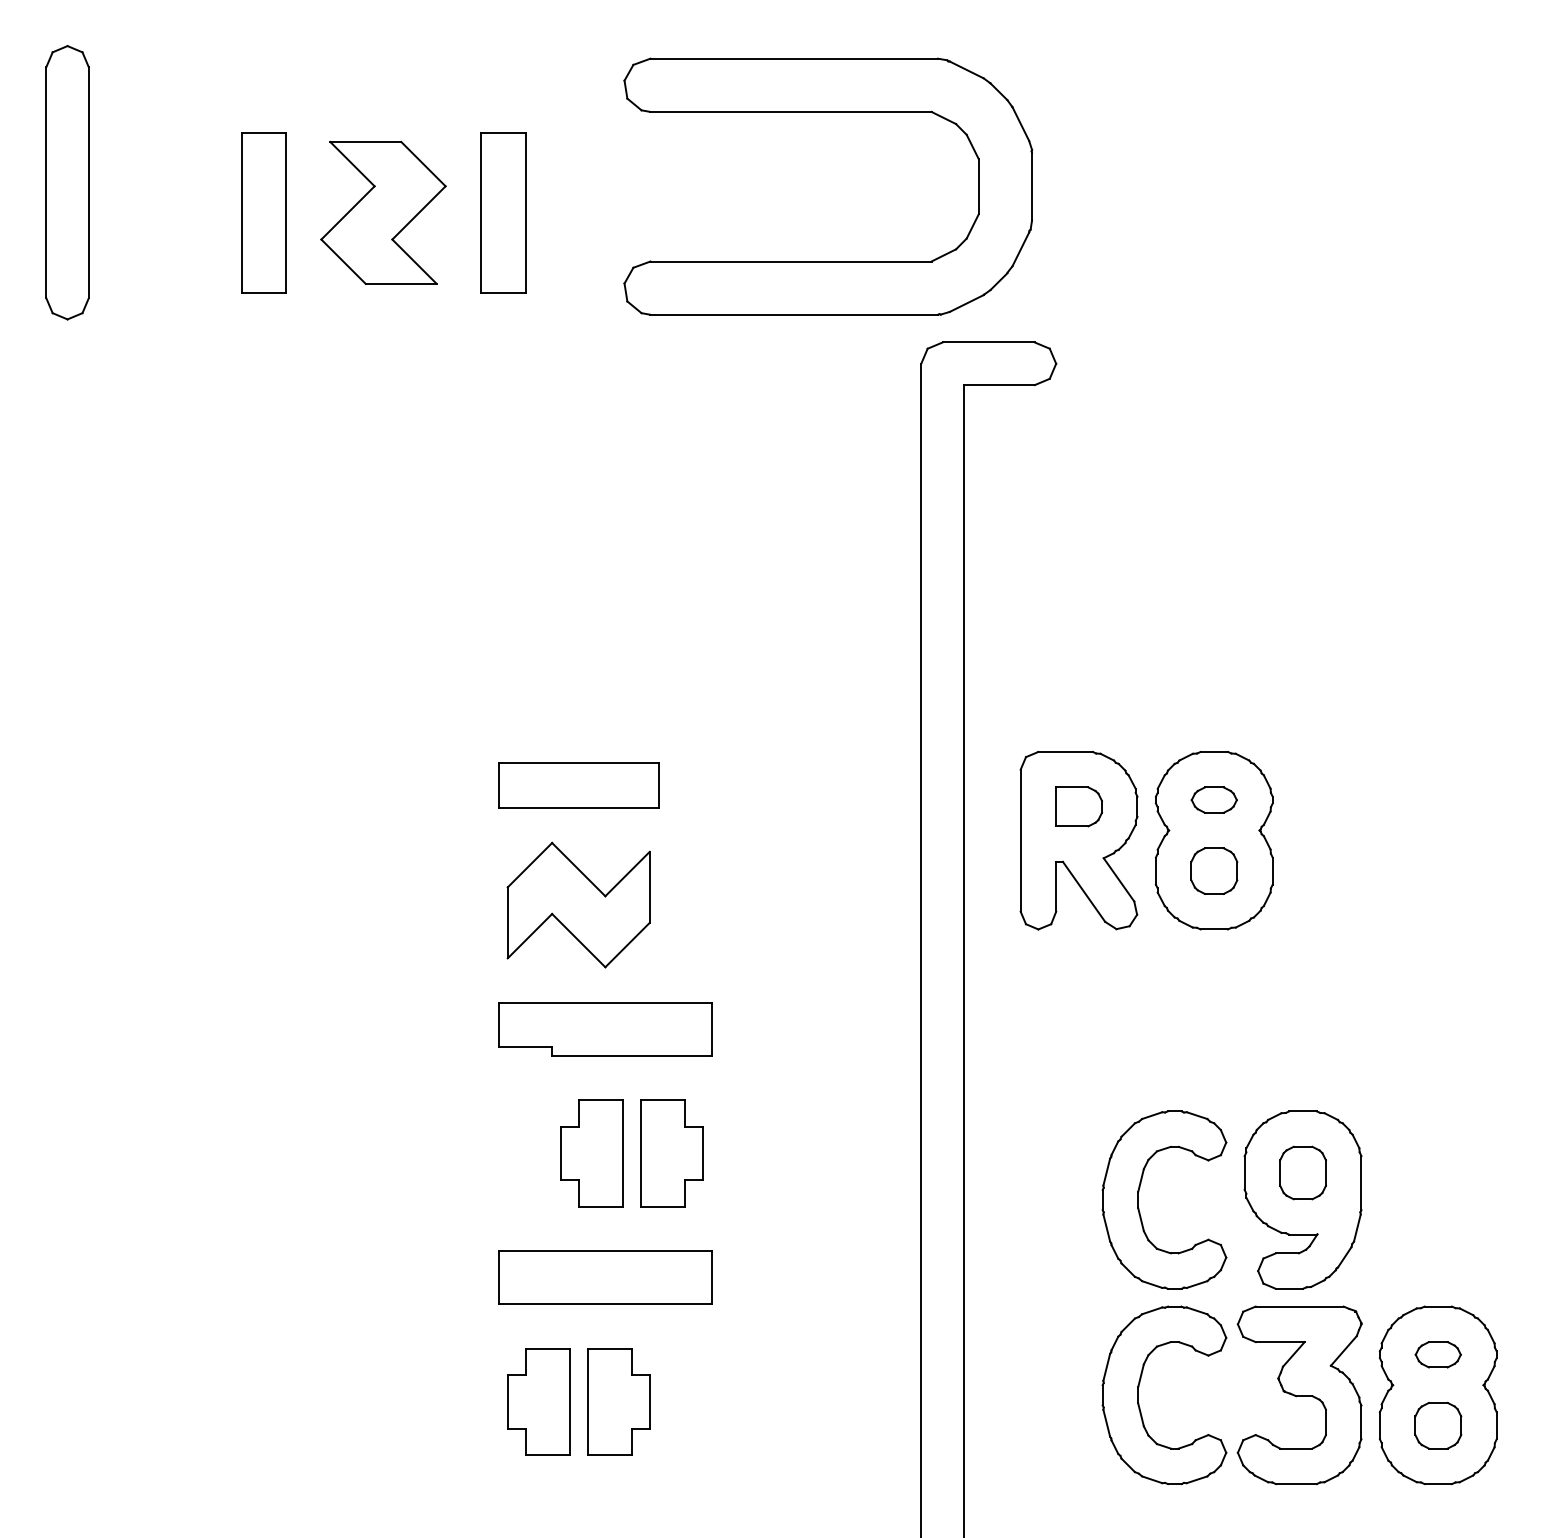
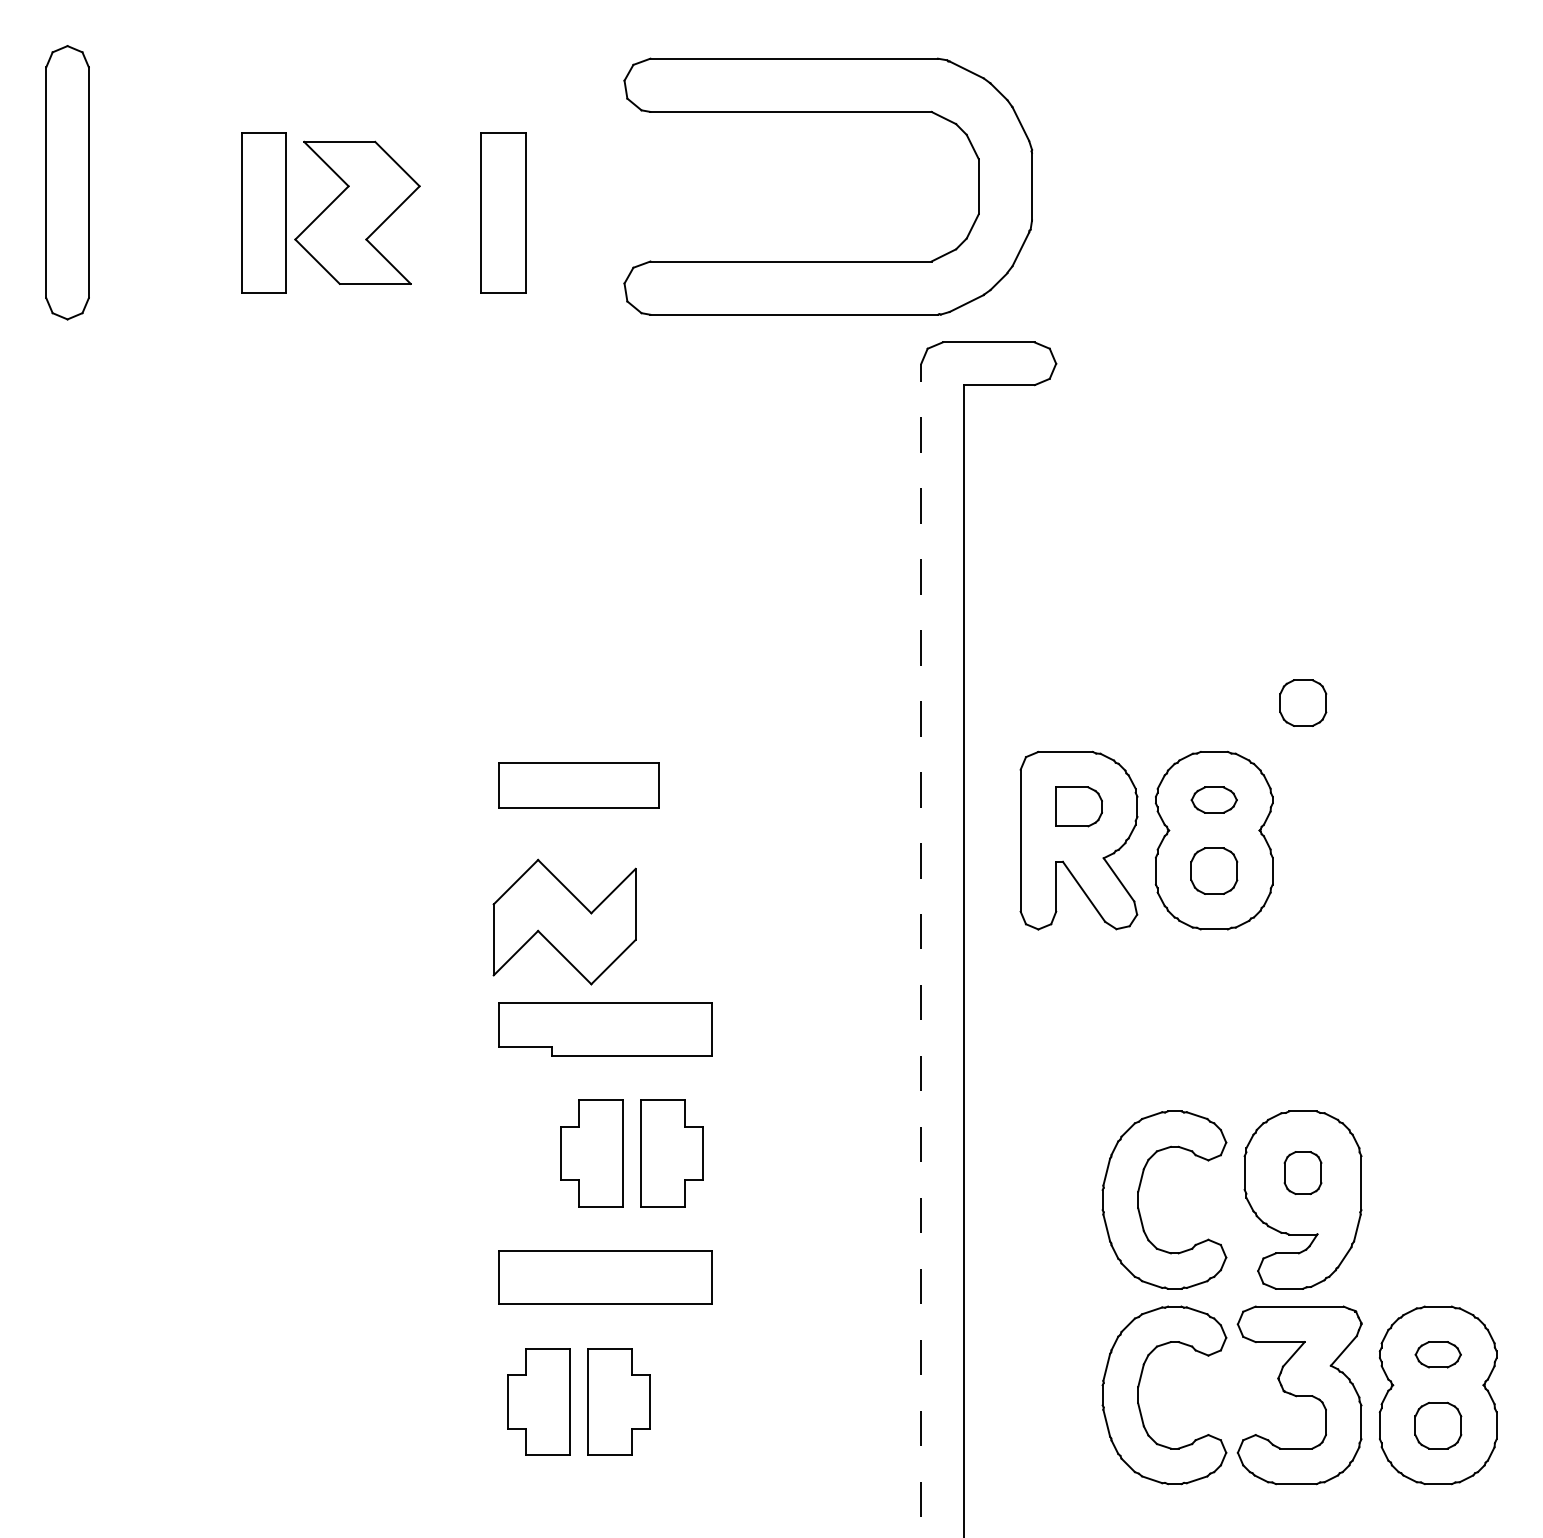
part at (383, 212) position: (383, 212) -> (357, 212)
part at (1303, 702): none -> present
part at (578, 904) position: (578, 904) -> (564, 921)
line at (921, 950): solid -> dashed
part at (1302, 1172) size: 48x56 px -> 40x44 px
